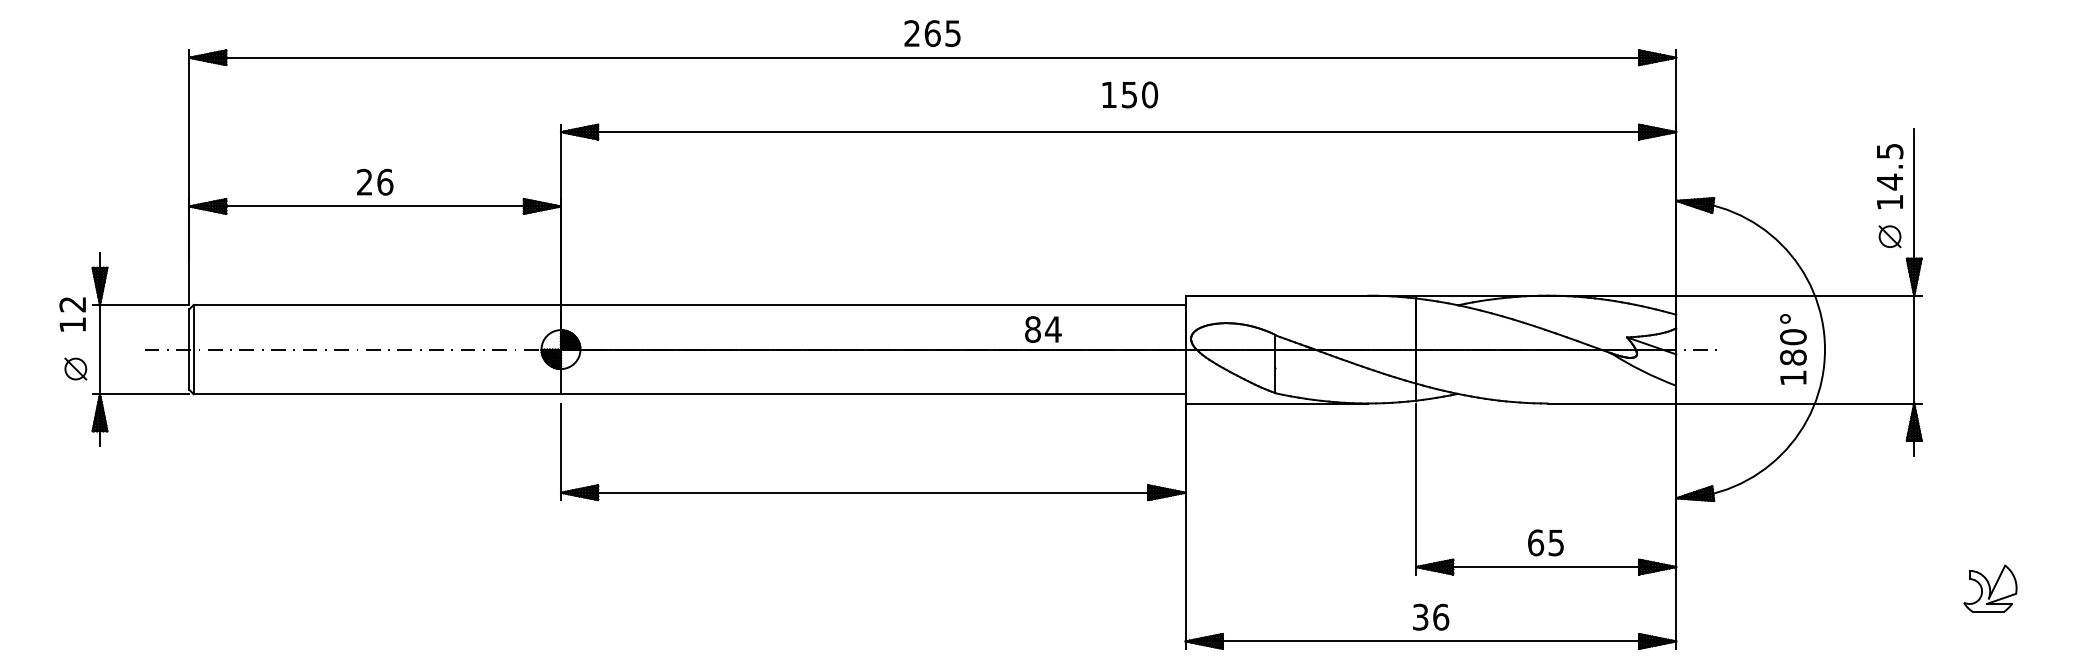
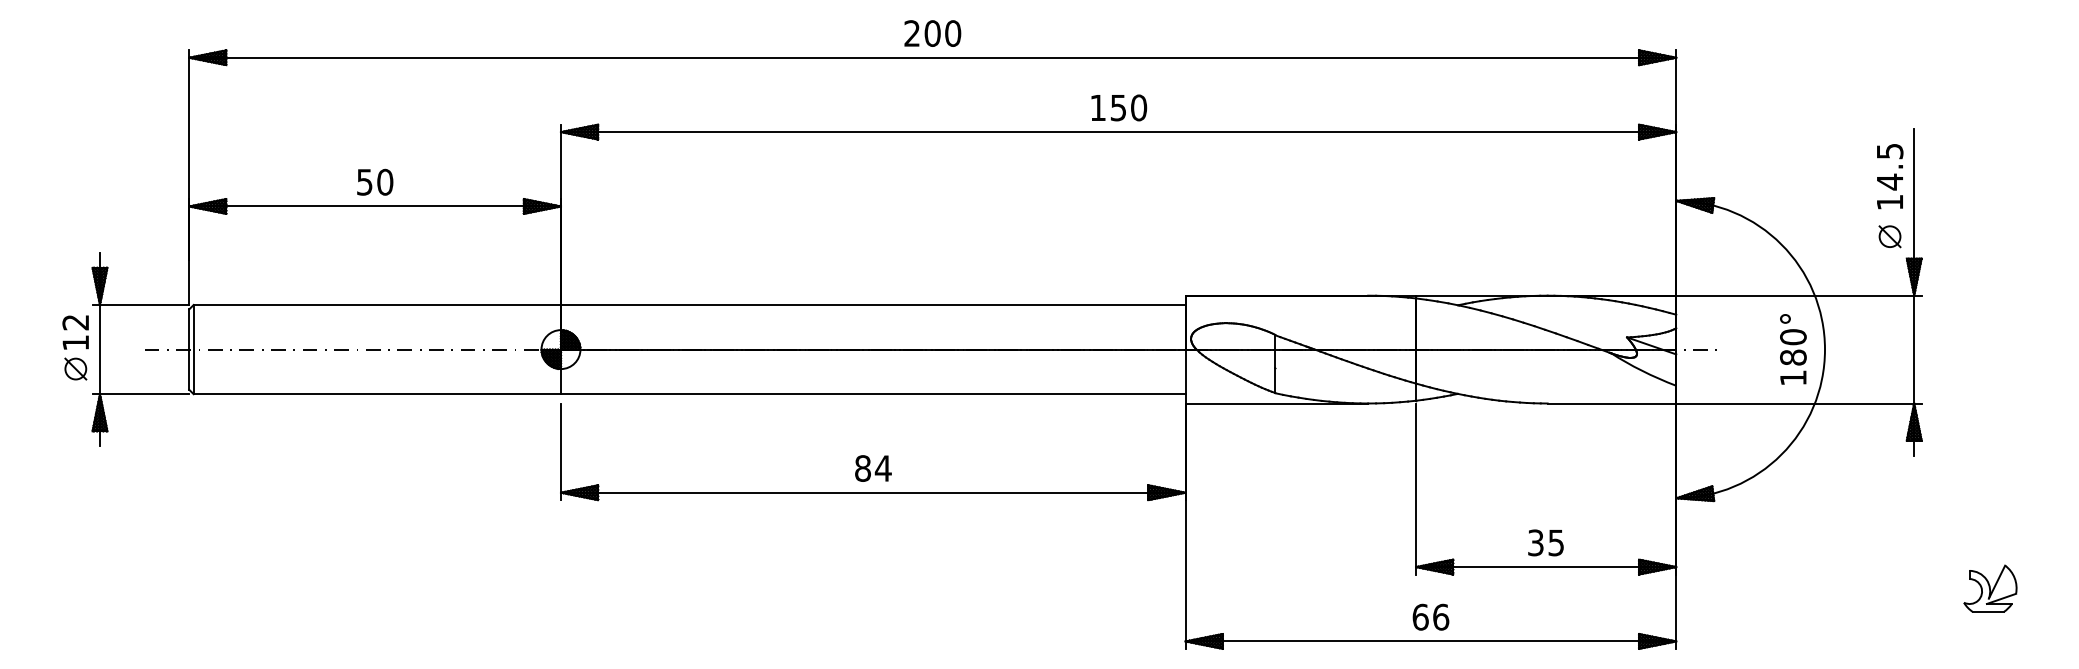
text at (942, 33): 265 -> 200
text at (1130, 94) position: (1130, 94) -> (1119, 107)
text at (375, 181): 26 -> 50
text at (72, 314) position: (72, 314) -> (75, 332)
text at (1043, 329) position: (1043, 329) -> (873, 468)
text at (1536, 542): 65 -> 35
text at (1420, 616): 36 -> 66
